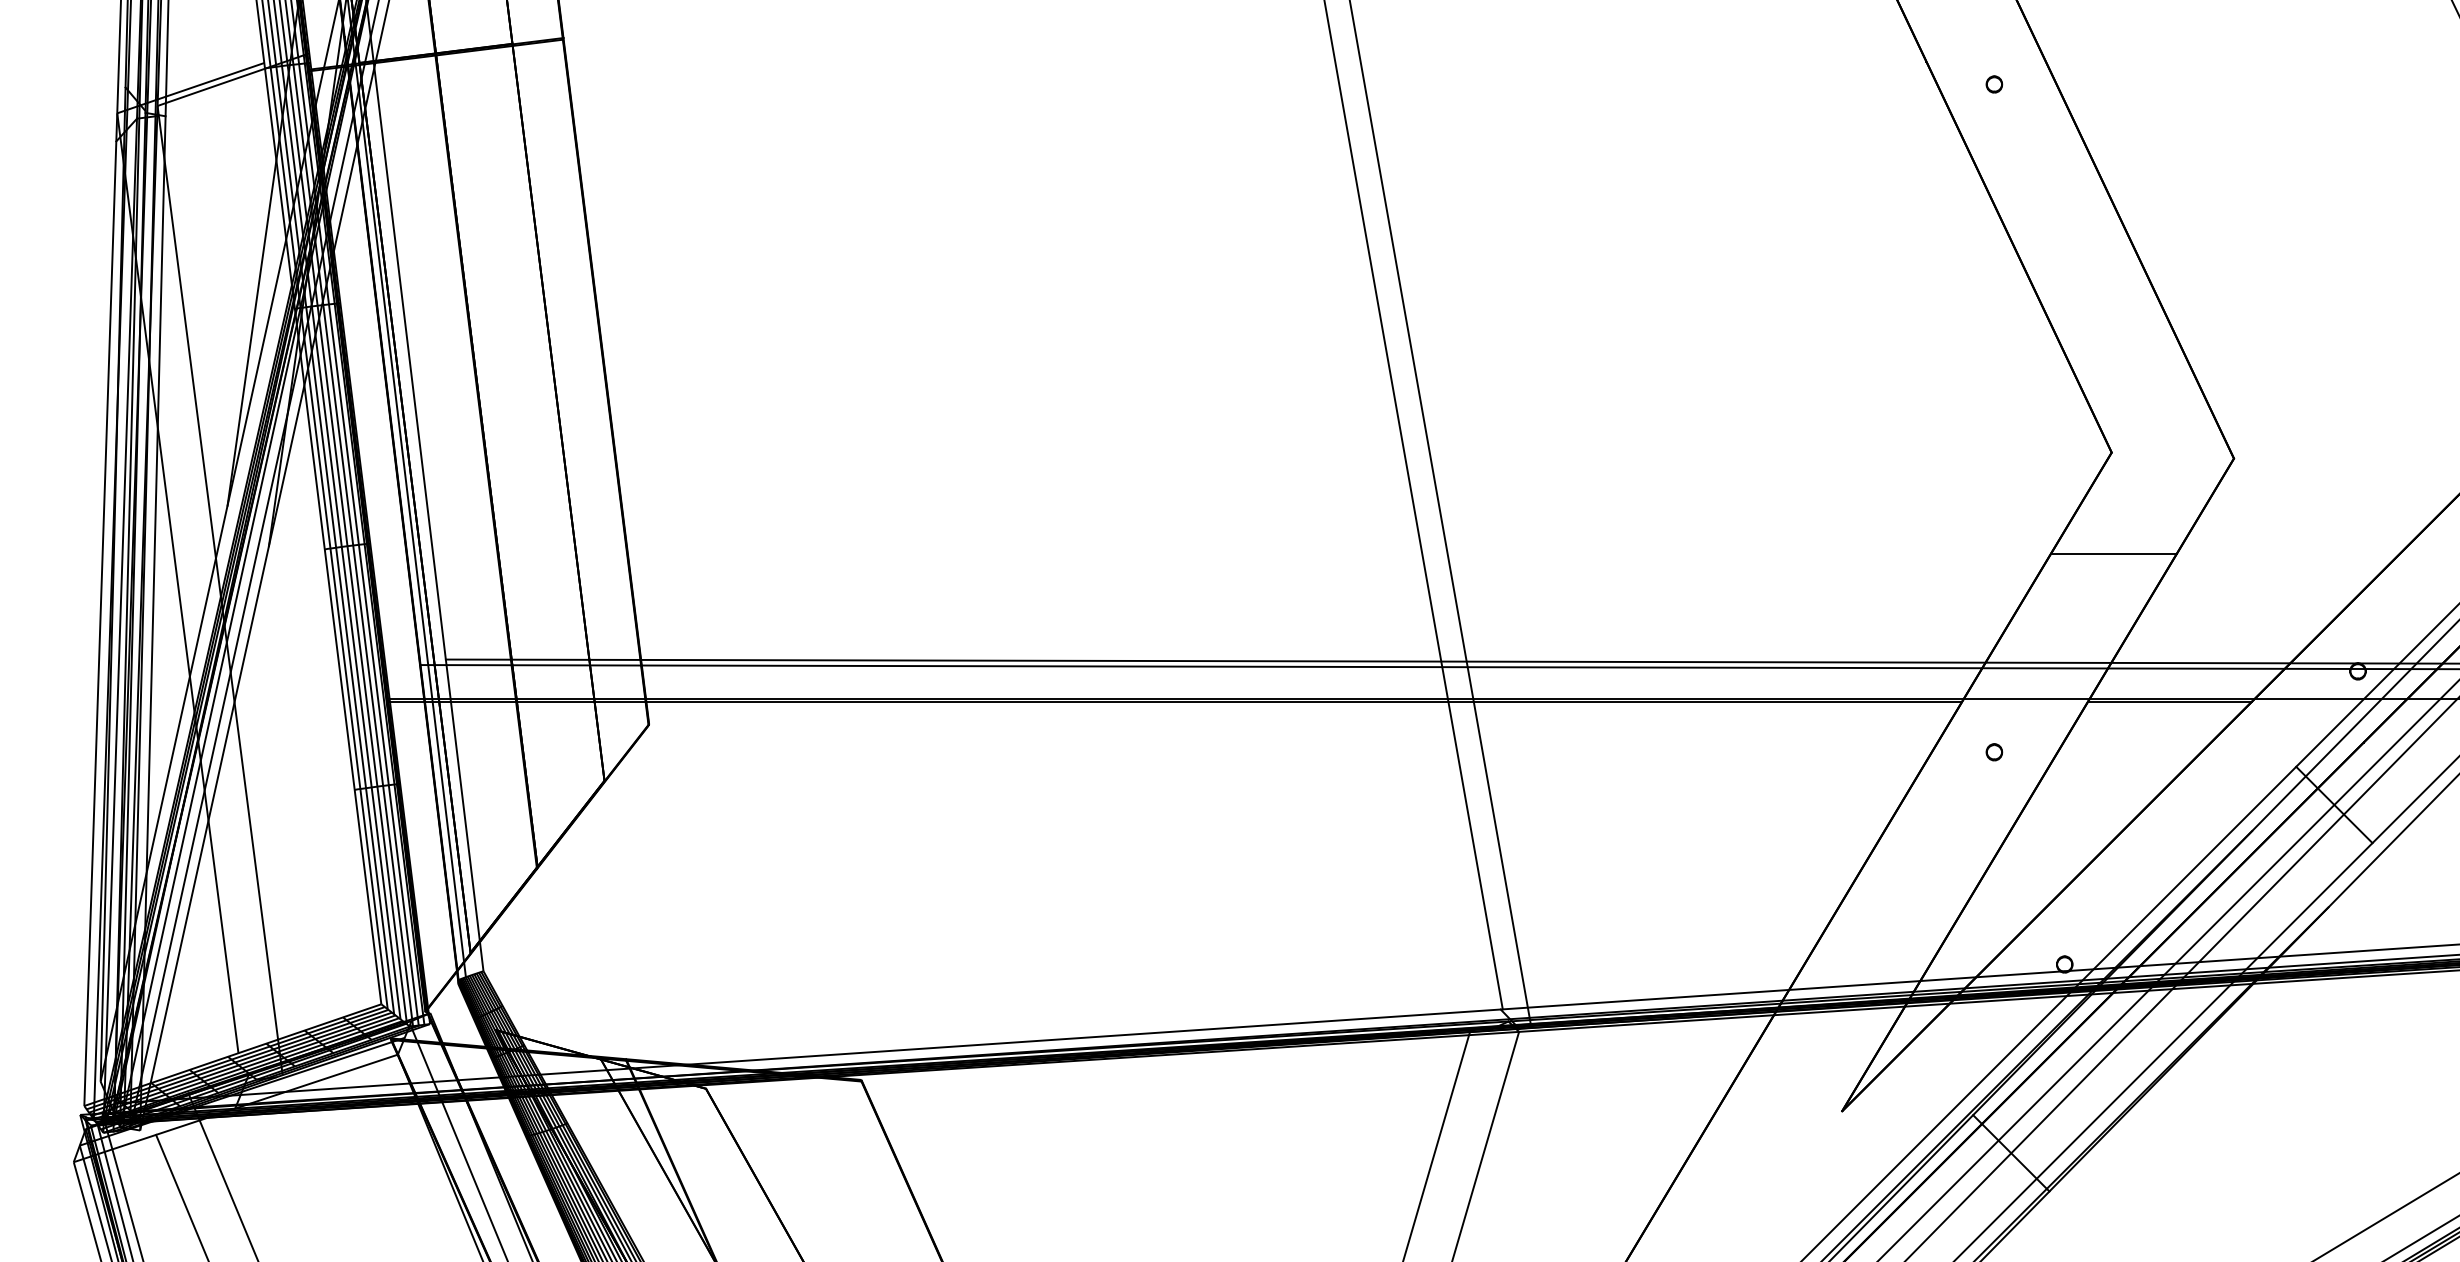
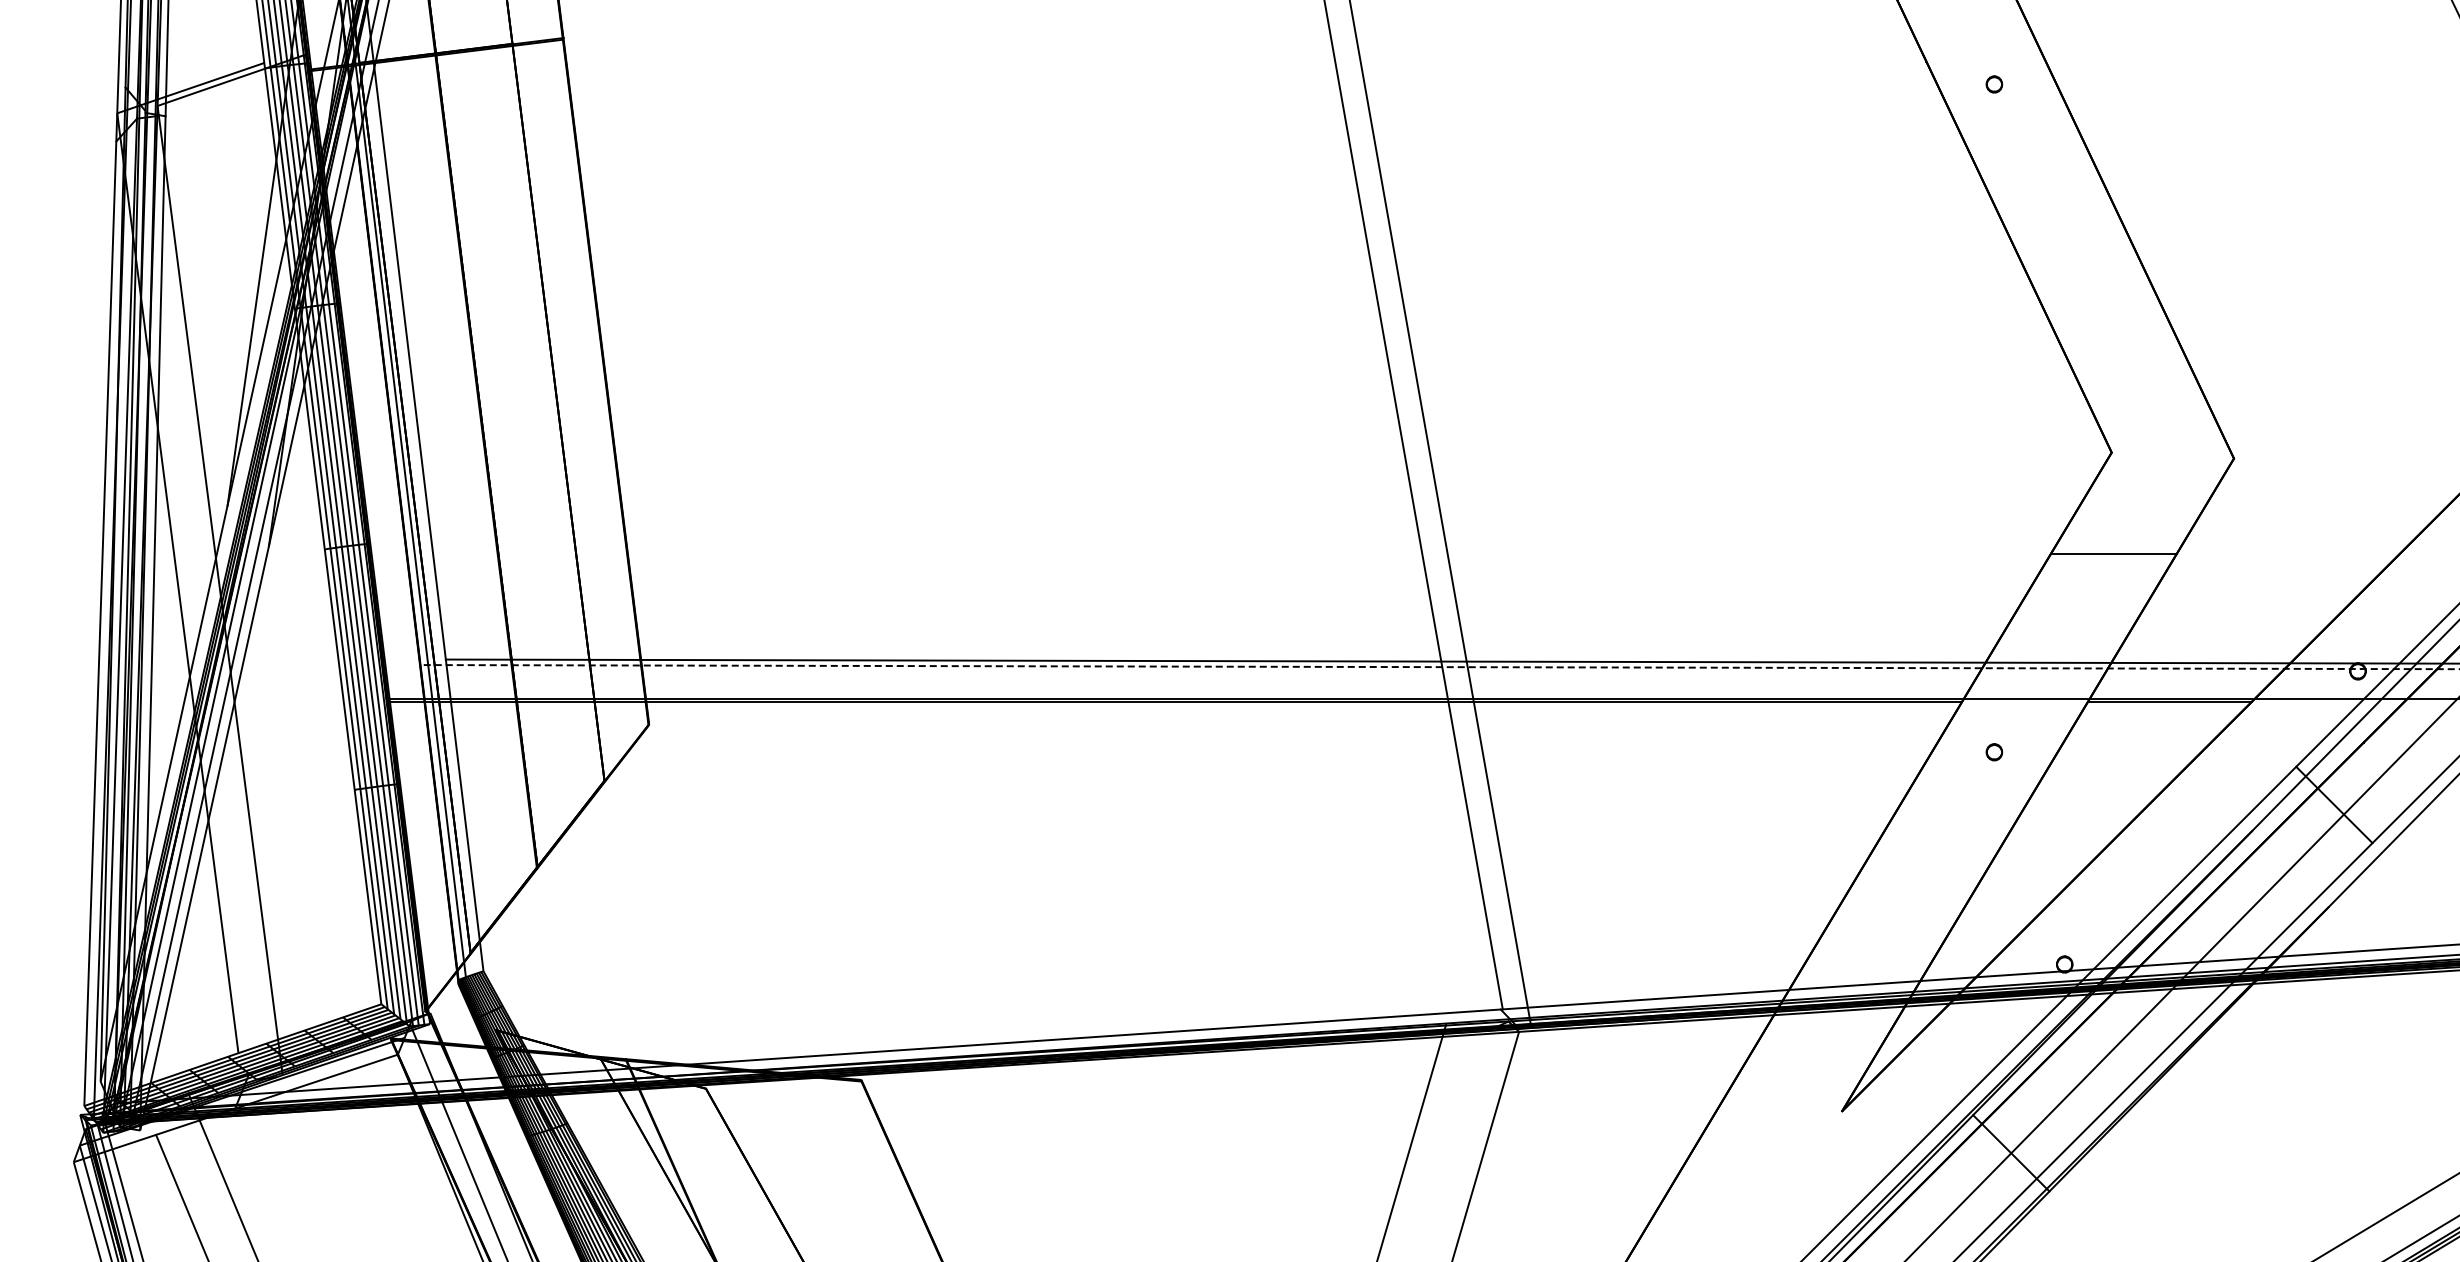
line at (1439, 667): solid -> dashed
line at (2168, 970): present -> none
line at (1436, 1144) position: (1436, 1144) -> (1412, 1141)
